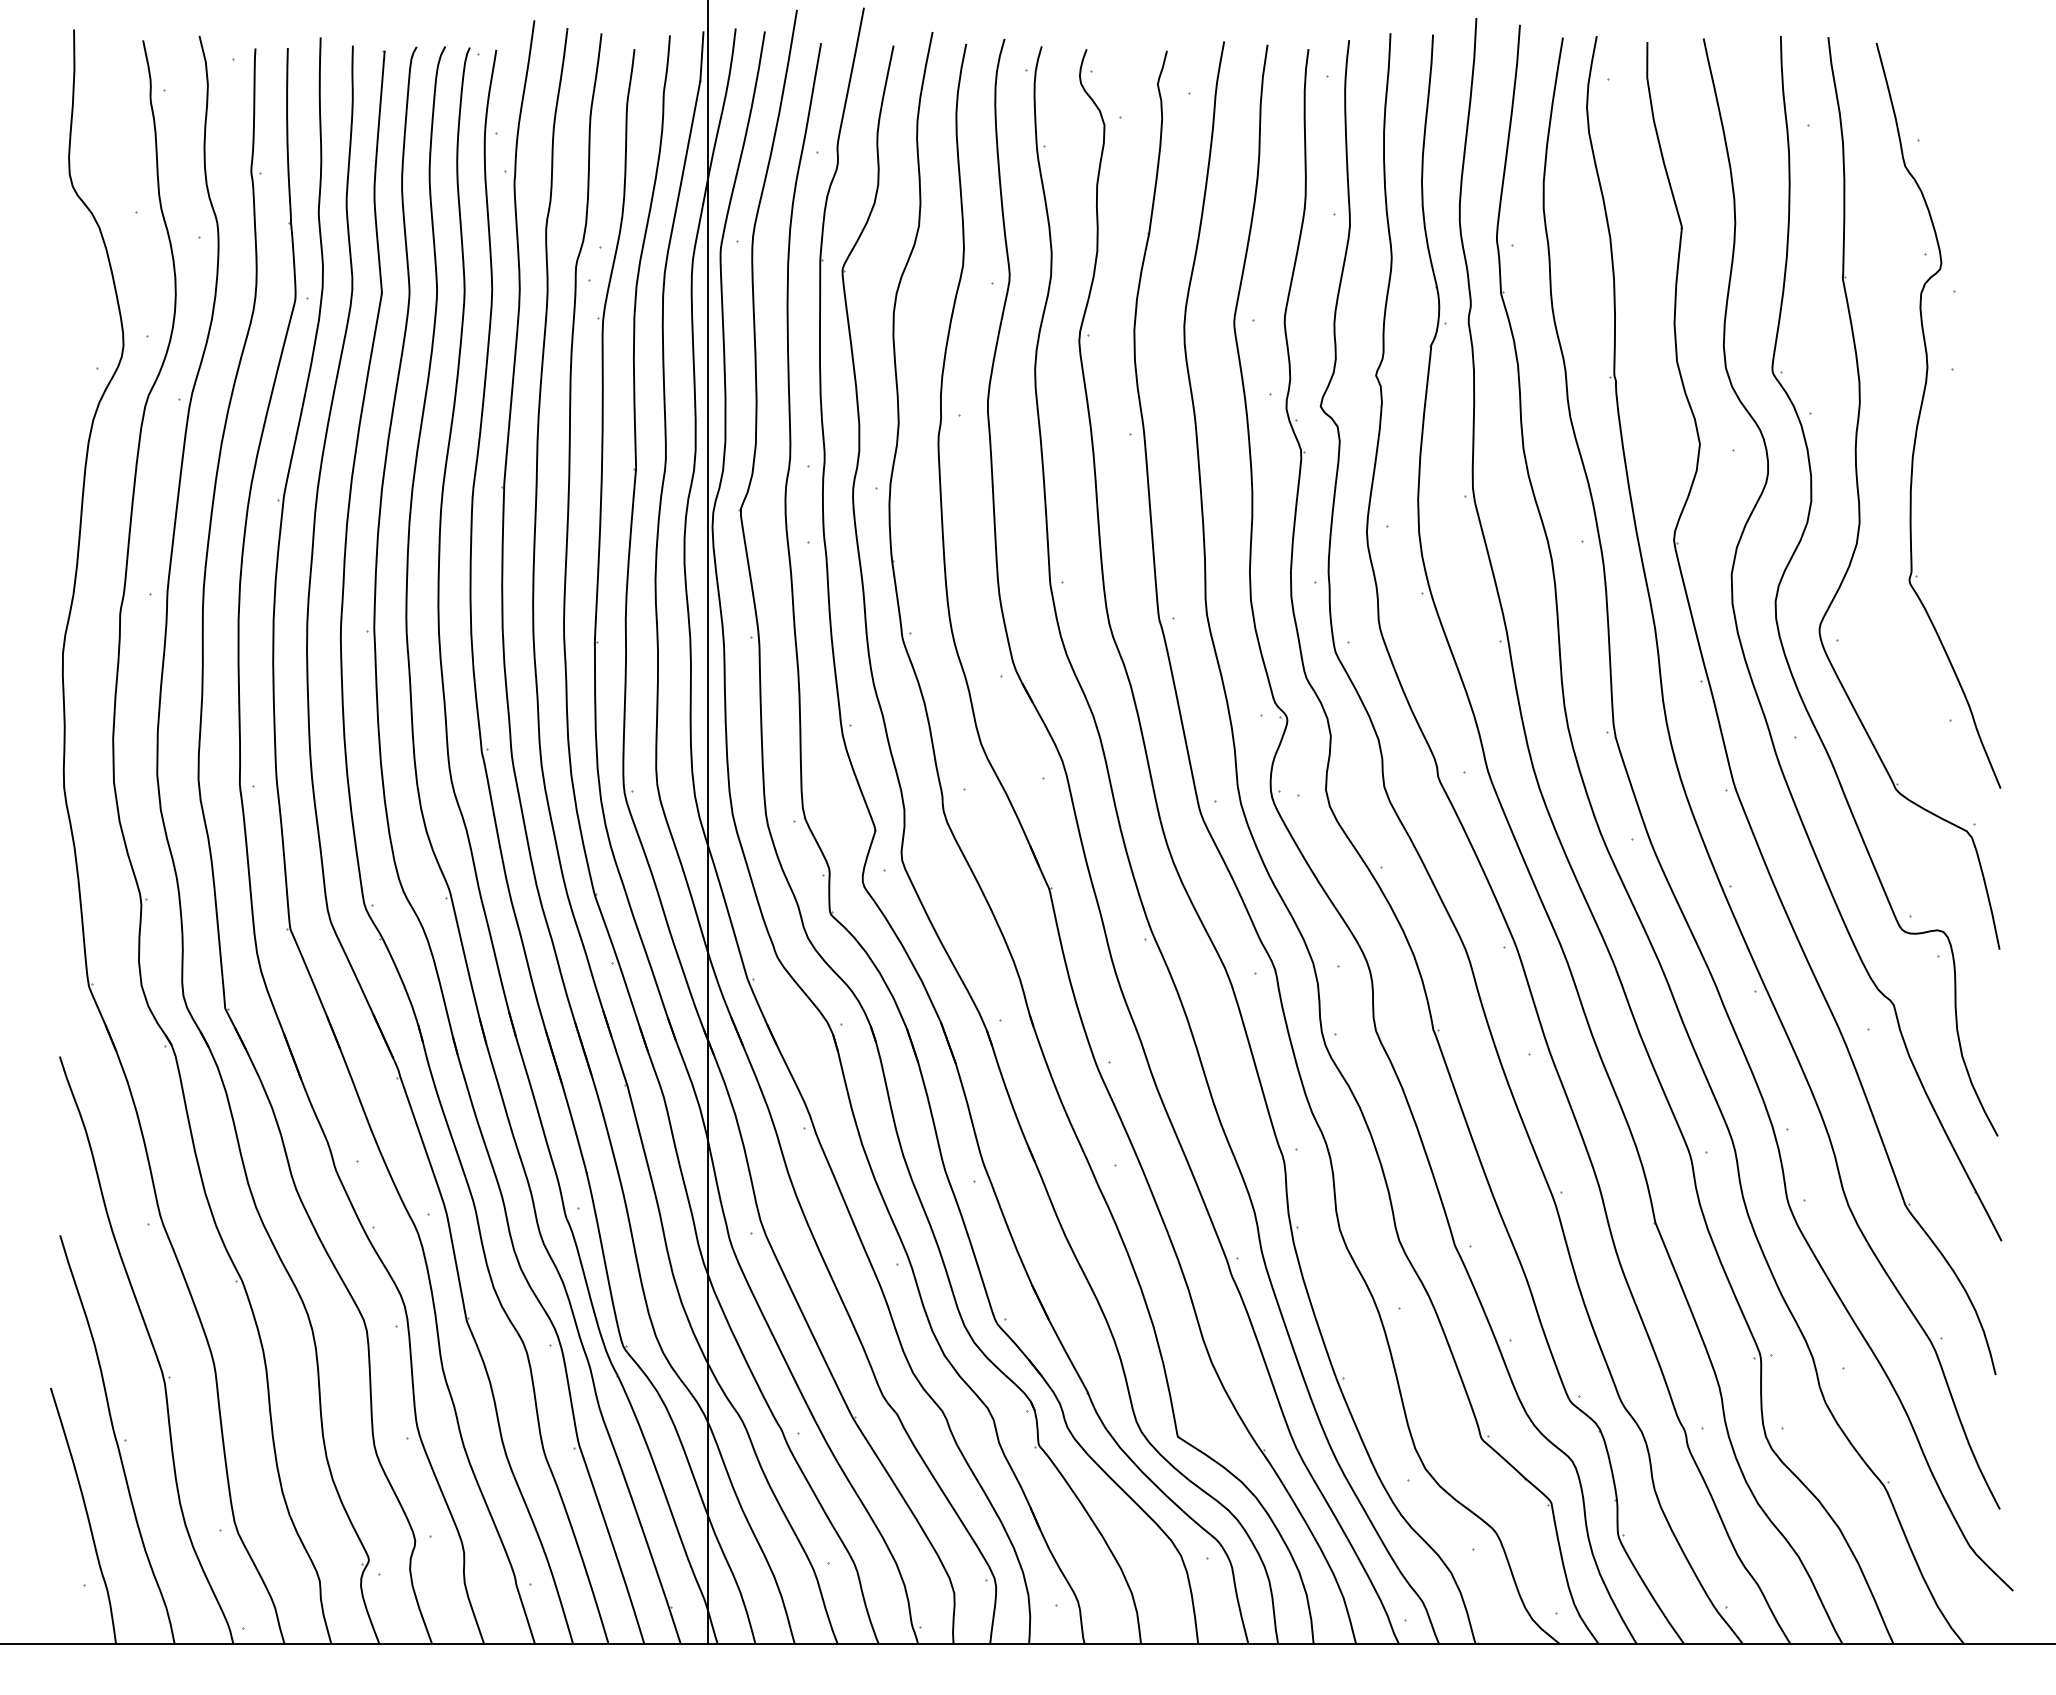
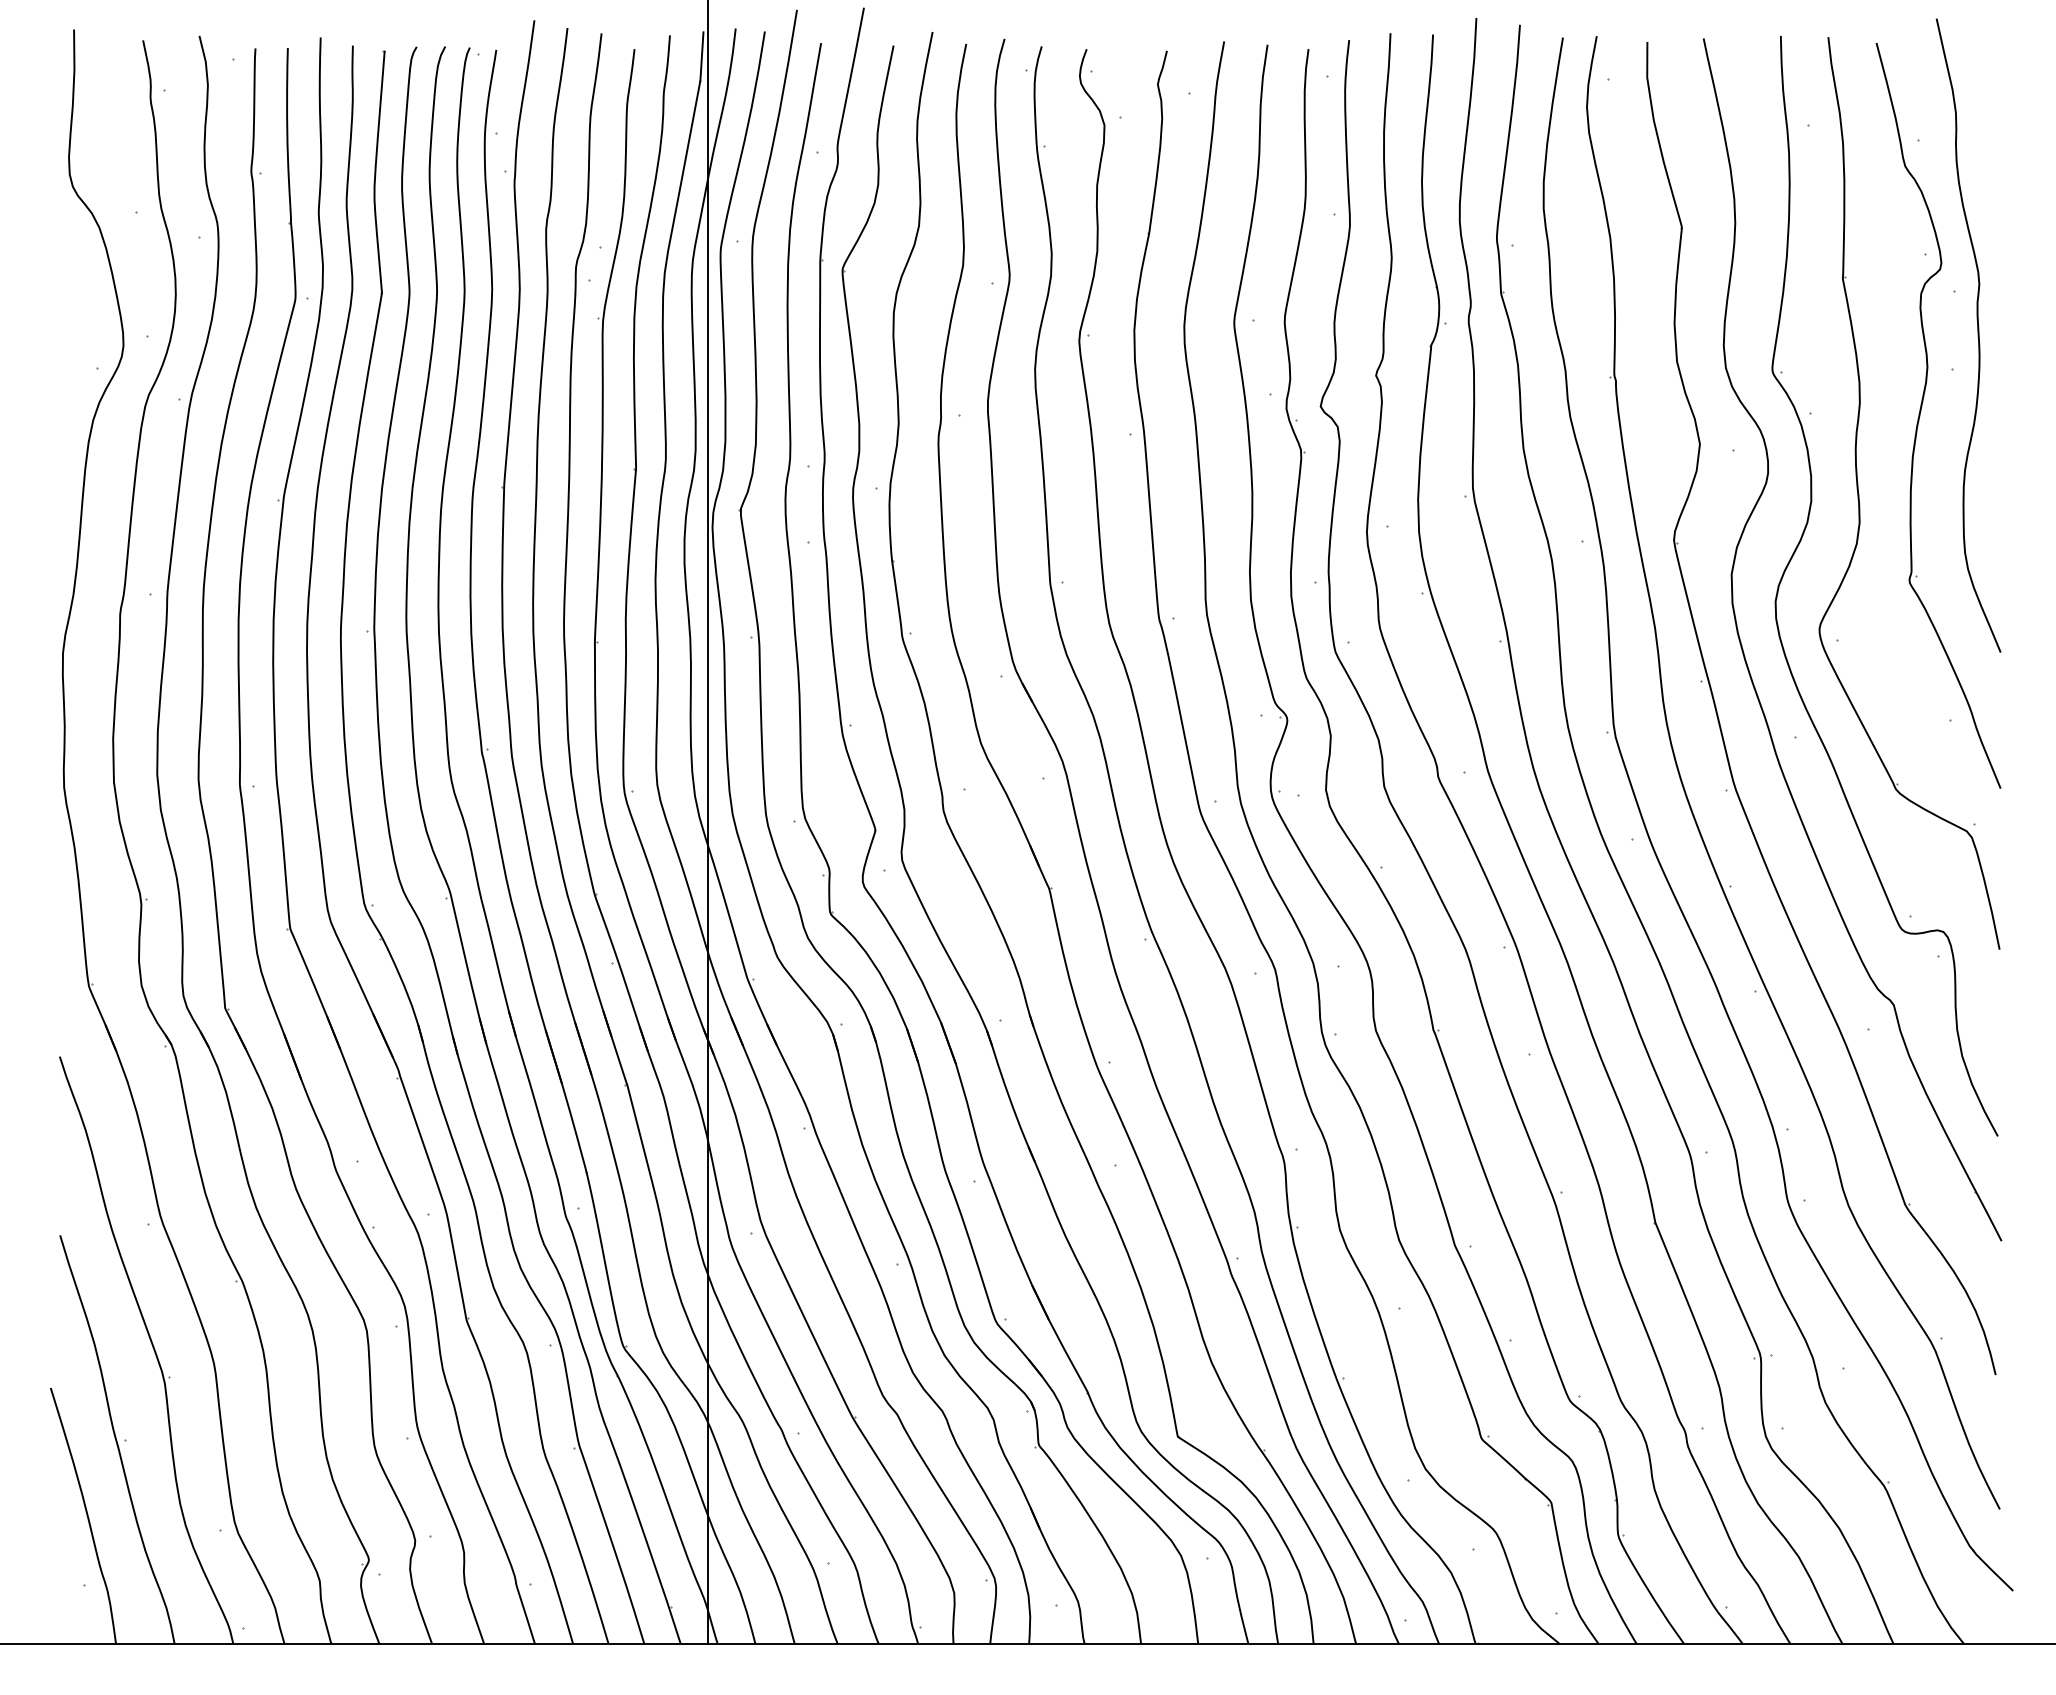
curve at (1977, 335): none -> present
